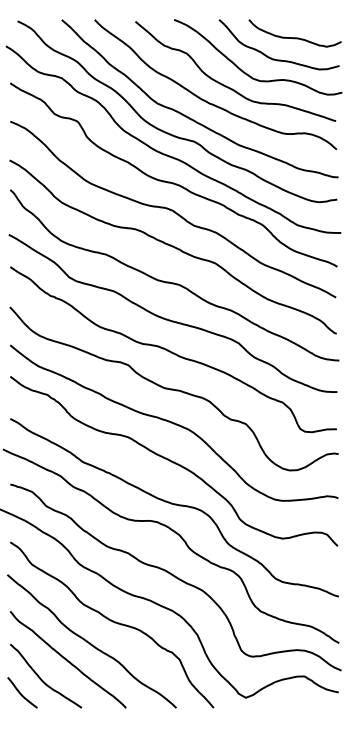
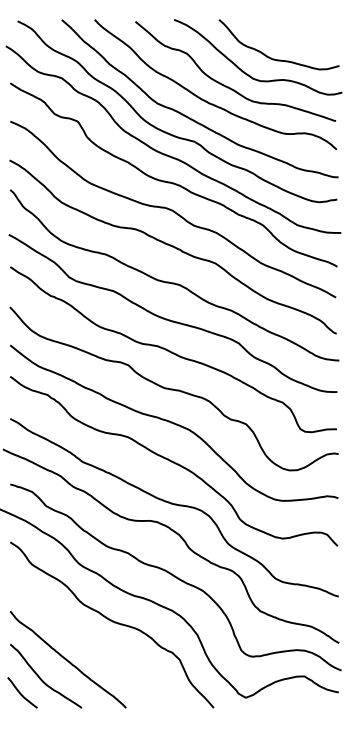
curve at (294, 37): present -> none
curve at (90, 642): present -> none
